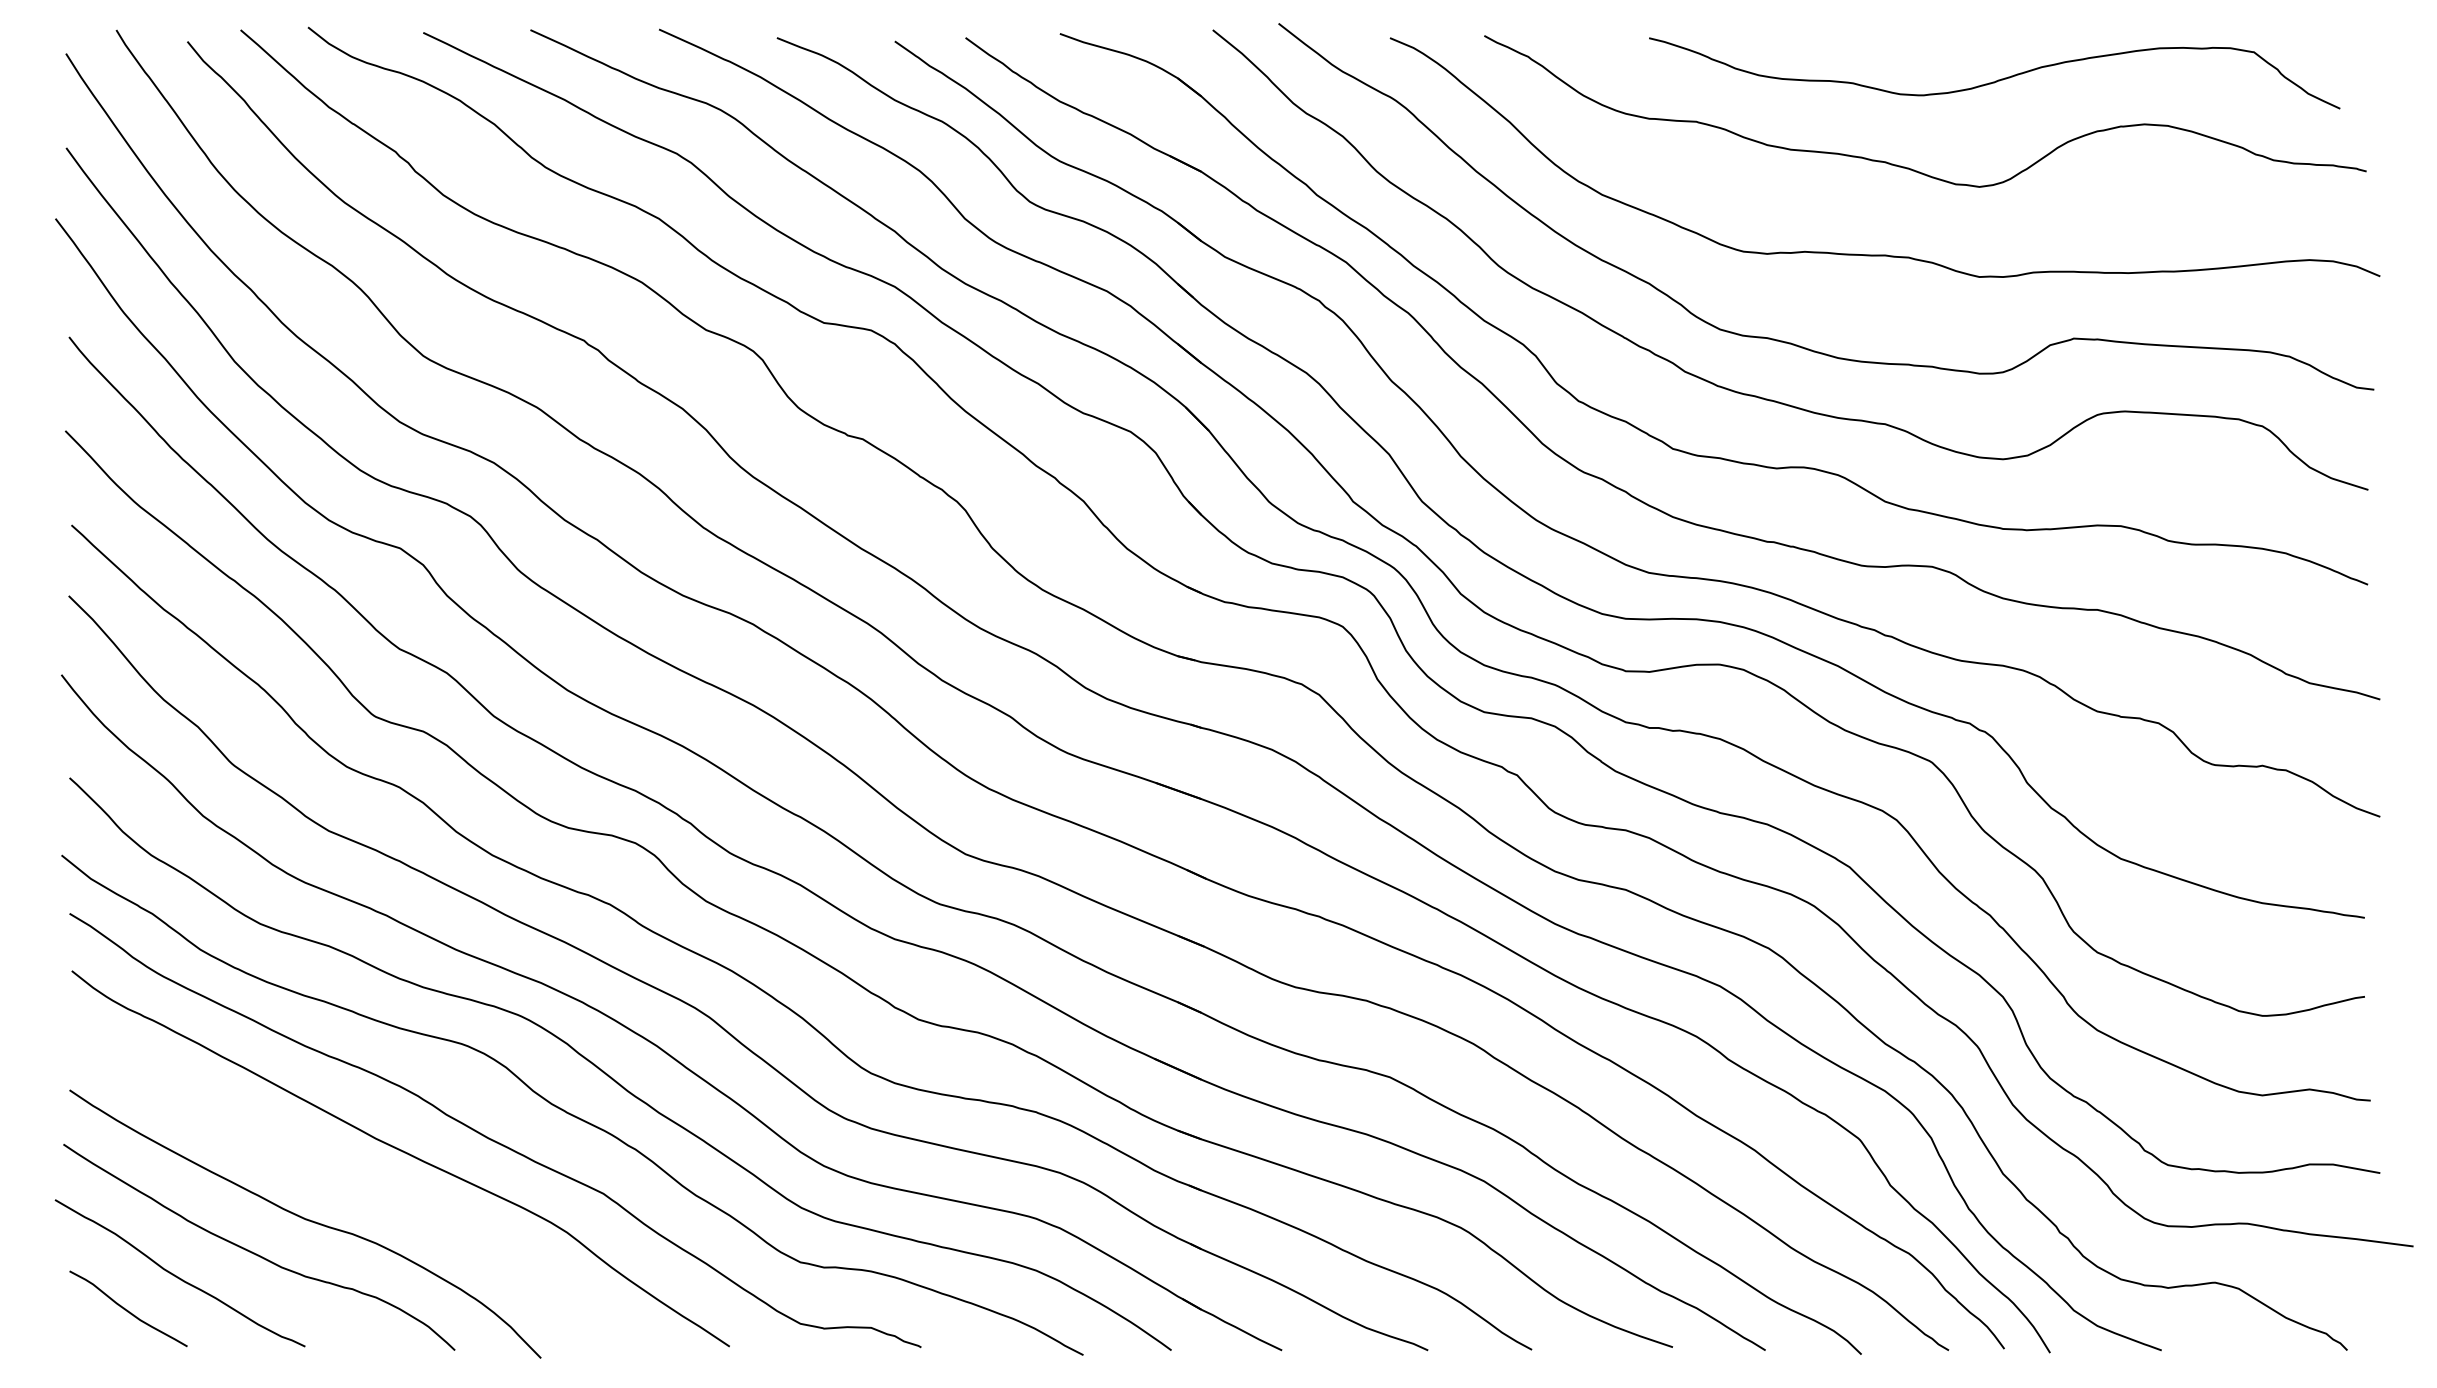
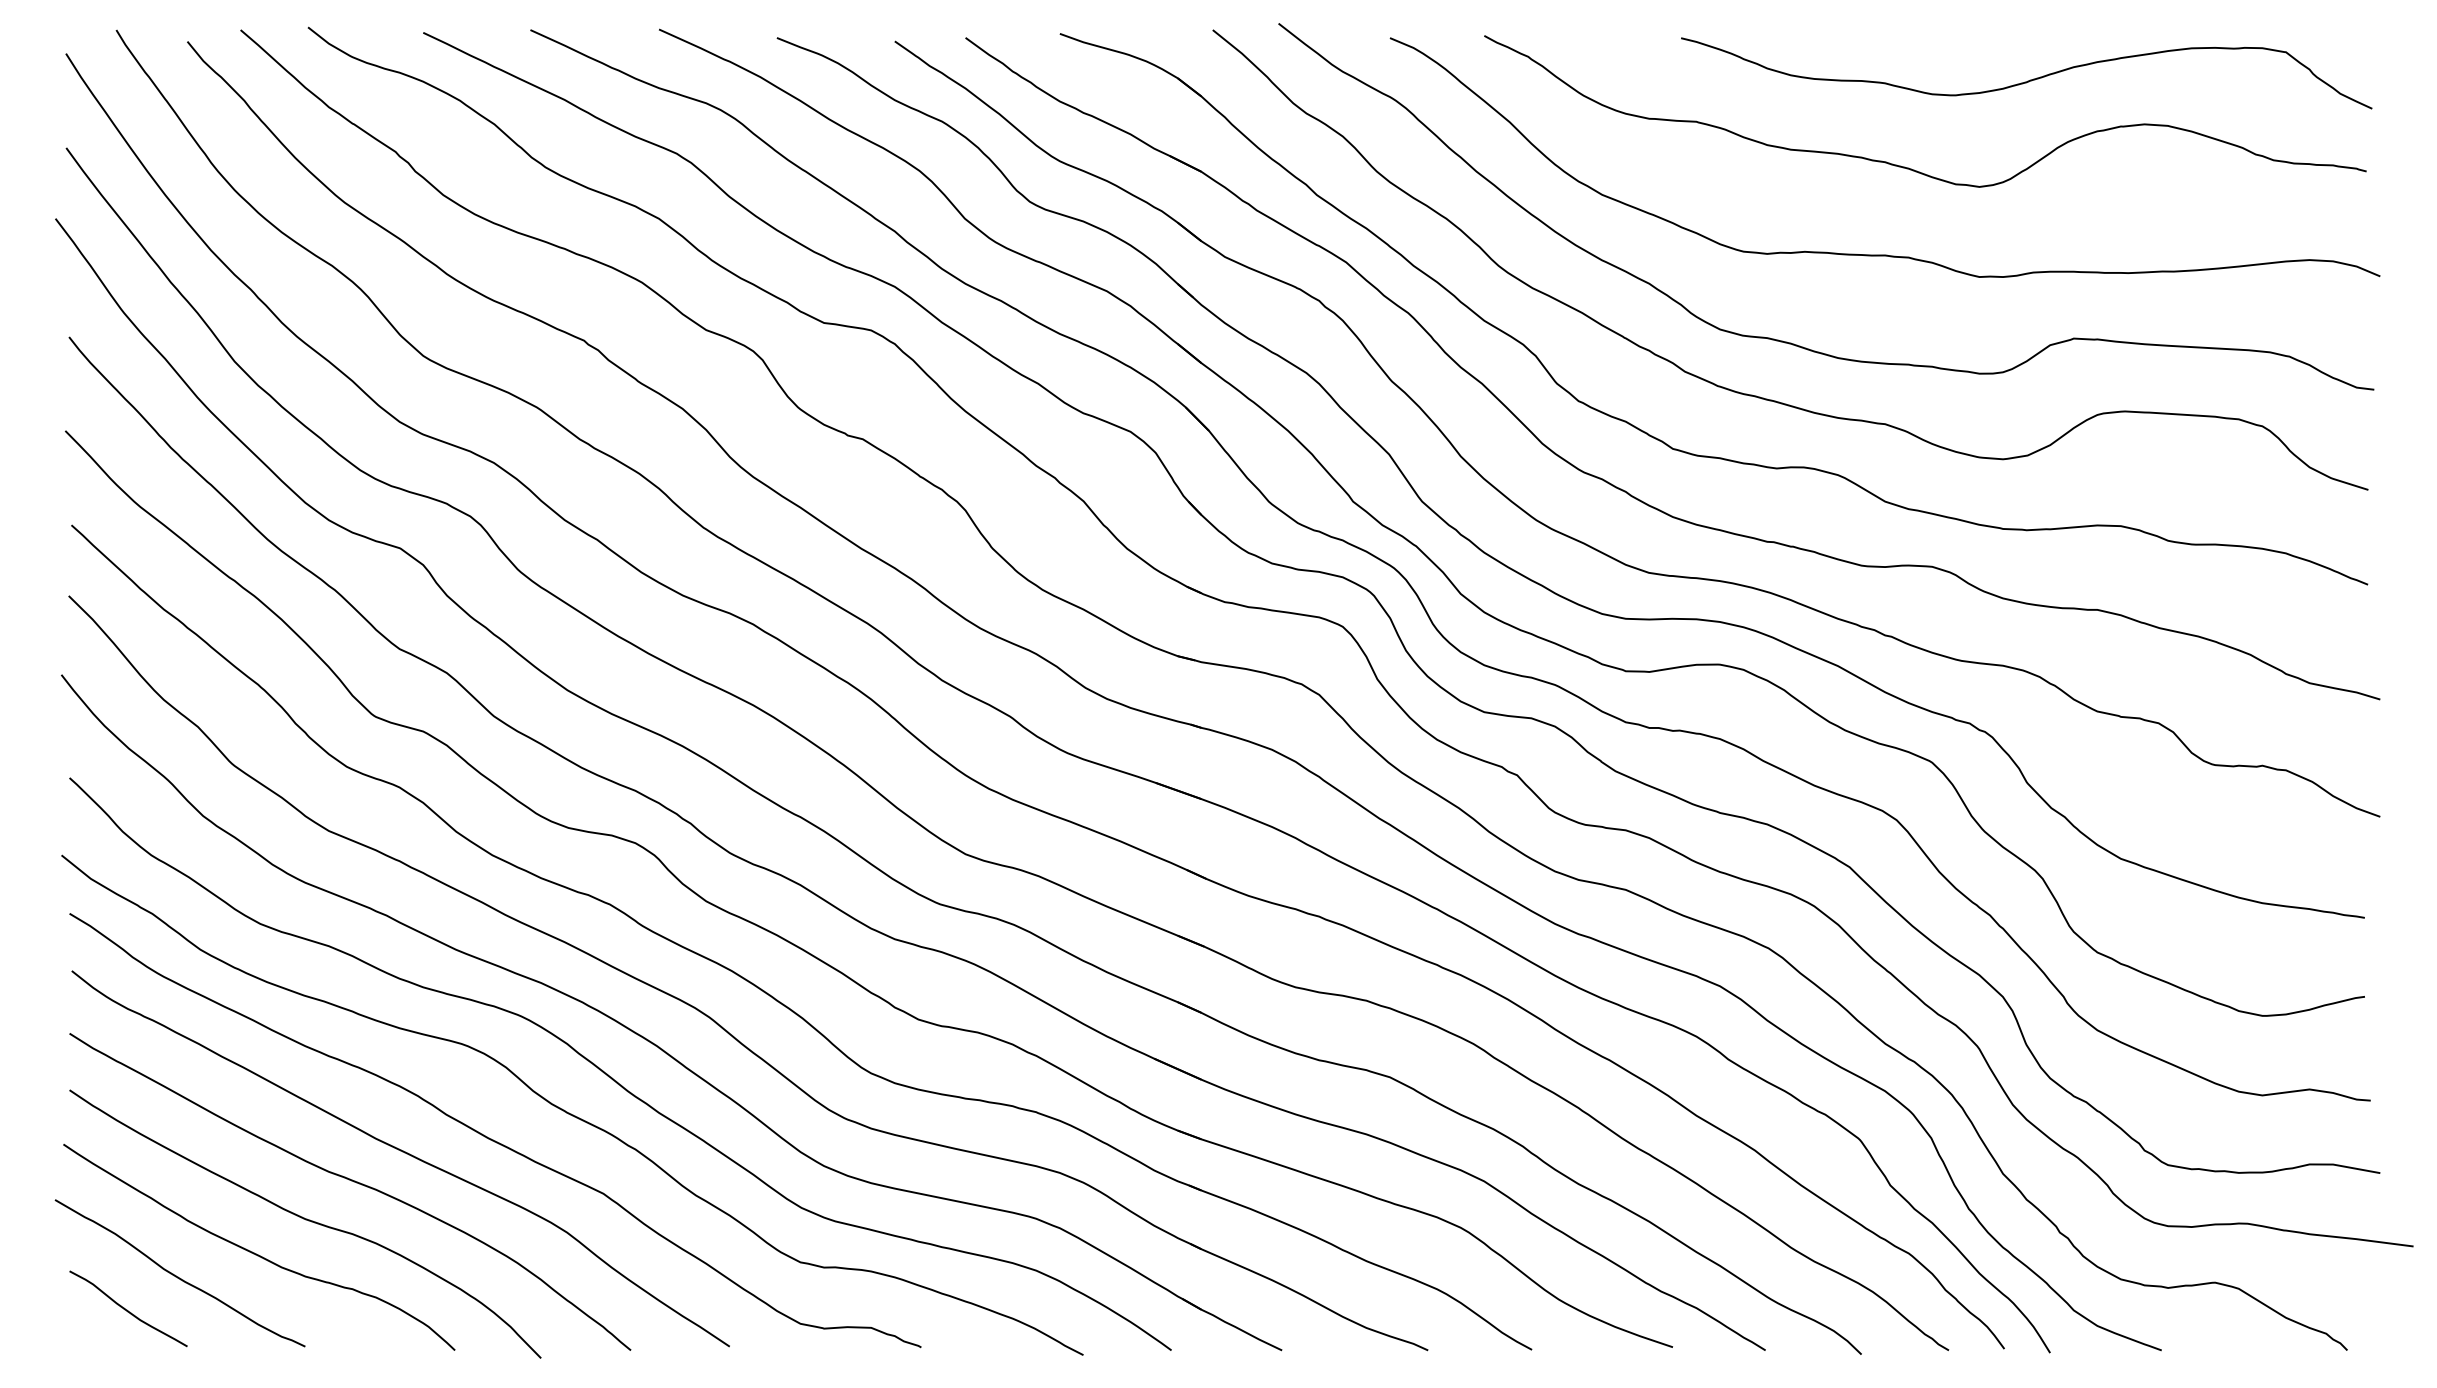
curve at (1995, 80) position: (1995, 80) -> (2027, 80)
curve at (354, 1182): none -> present
